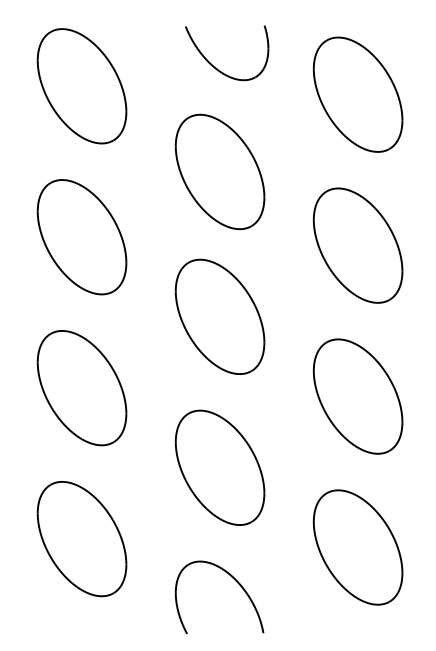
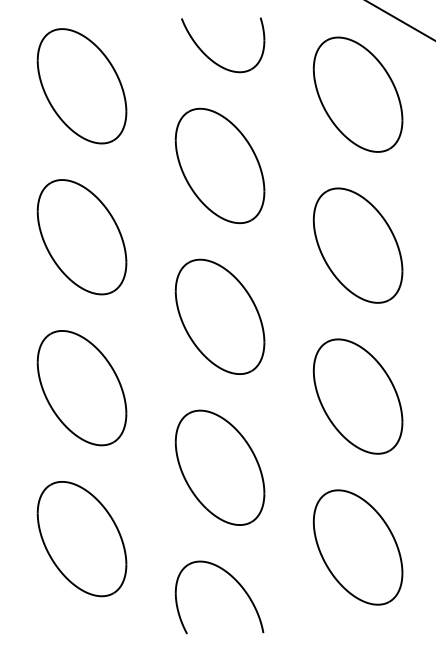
line at (400, 20): none -> present
part at (216, 67) position: (216, 67) -> (212, 59)
part at (219, 171) position: (219, 171) -> (219, 165)
